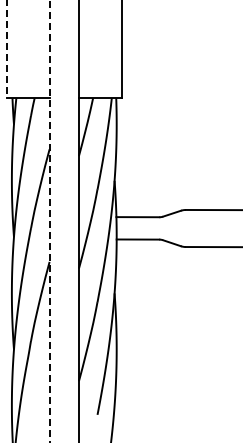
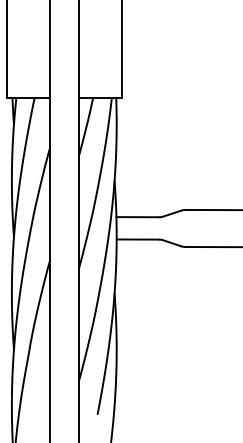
line at (6, 49): dashed -> solid
line at (49, 222): dashed -> solid
